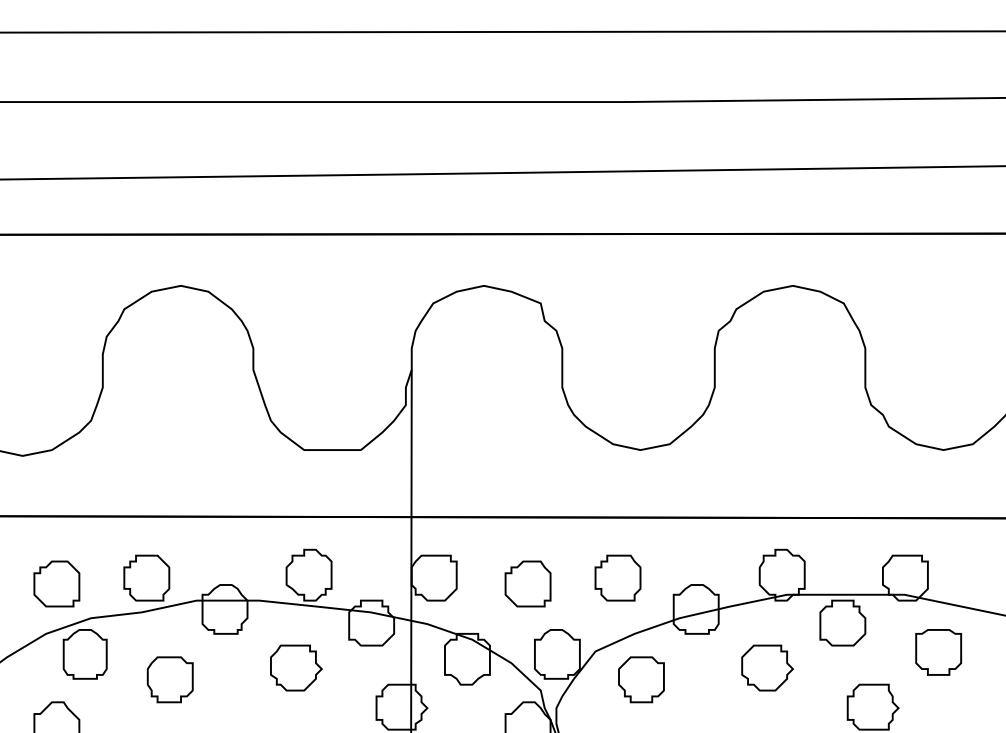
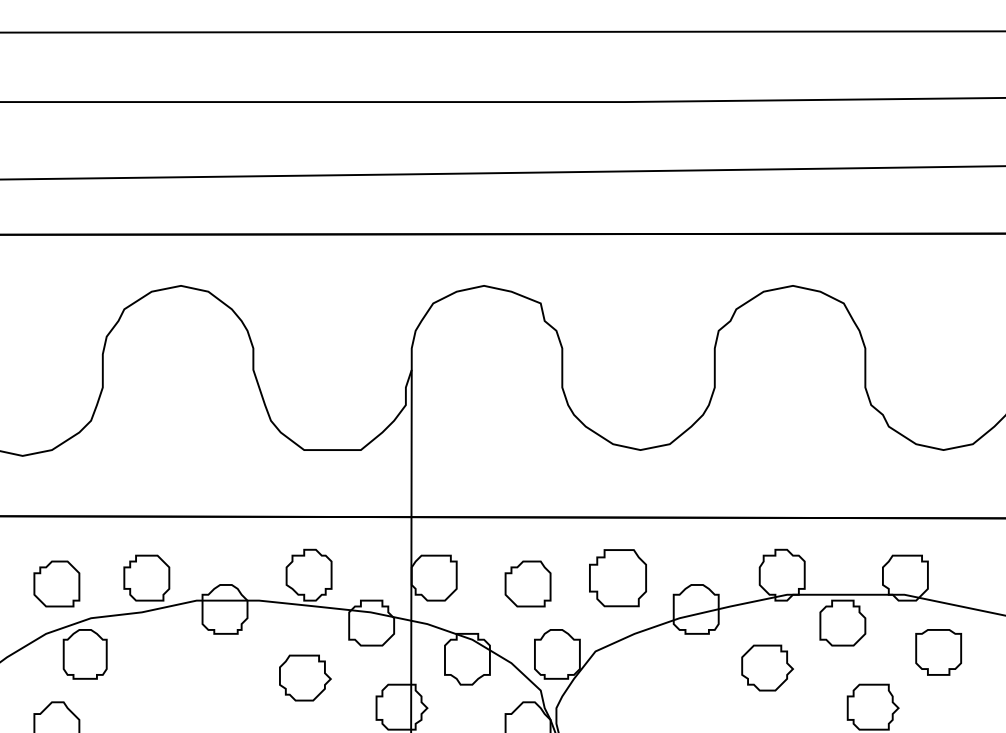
part at (617, 577) size: 48x48 px -> 58x59 px
part at (296, 667) position: (296, 667) -> (305, 677)
part at (169, 679): present -> none
part at (641, 679): present -> none
